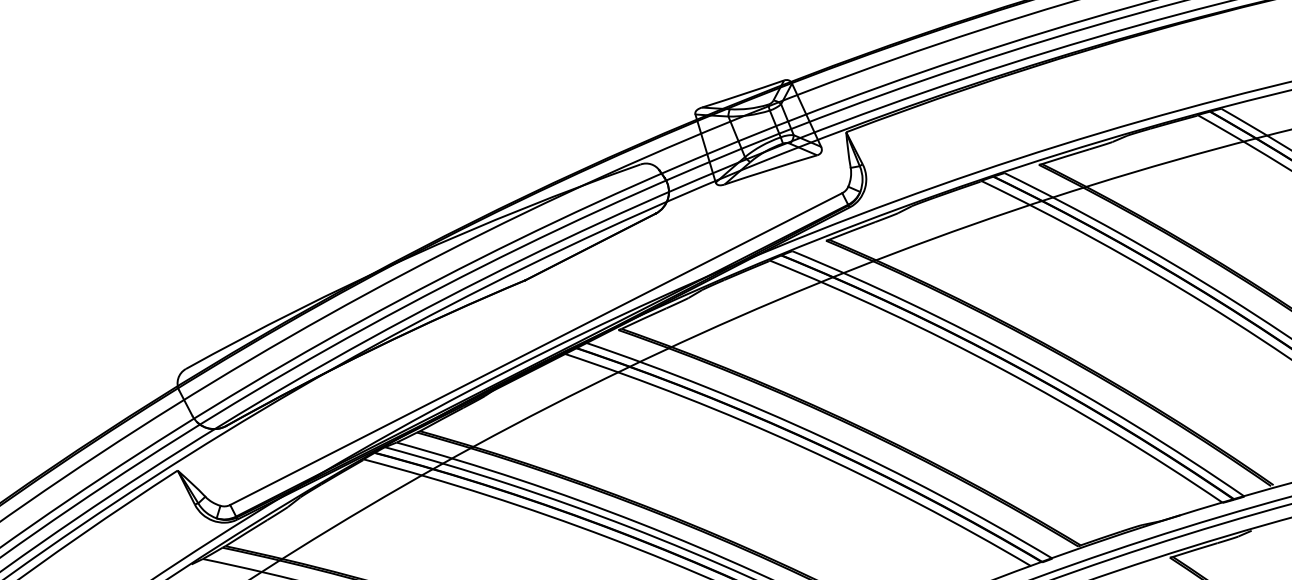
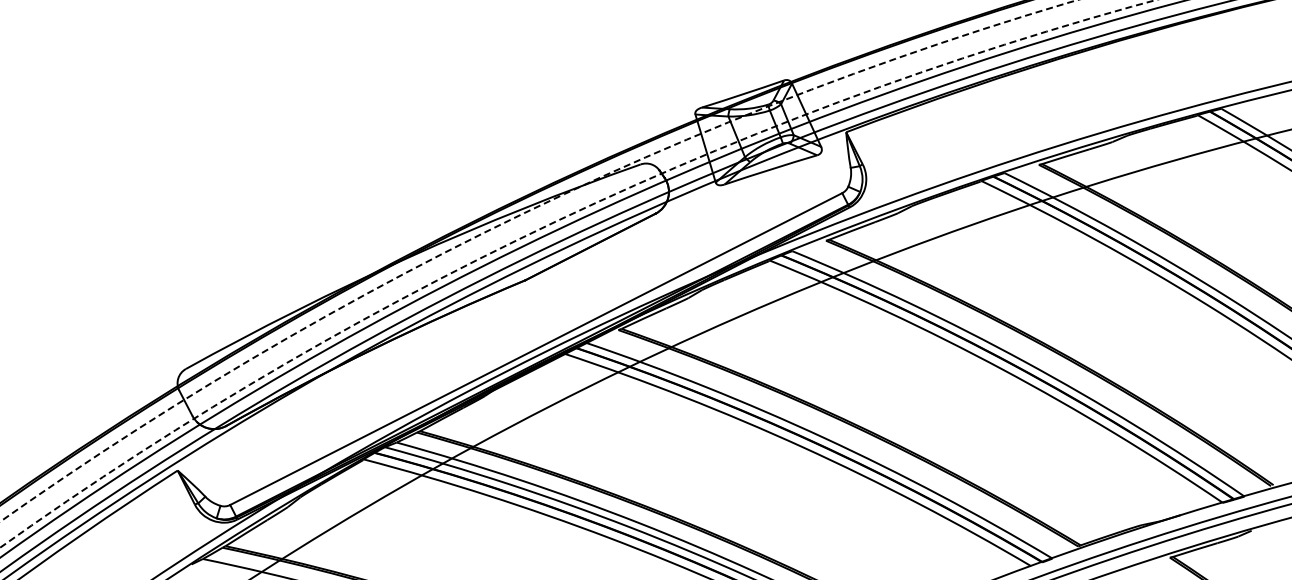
arc at (552, 223): solid -> dashed
circle at (538, 260): solid -> dashed
